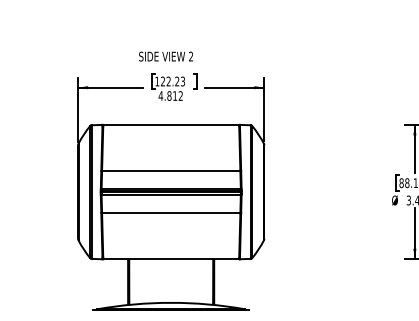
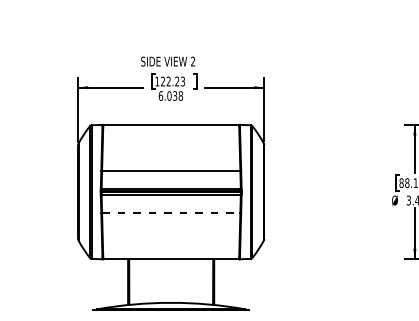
text at (165, 56) position: (165, 56) -> (167, 61)
text at (170, 95): 4.812 -> 6.038
line at (171, 213): solid -> dashed
